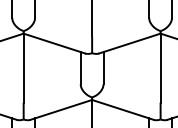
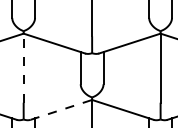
line at (23, 68): solid -> dashed
line at (61, 109): solid -> dashed
